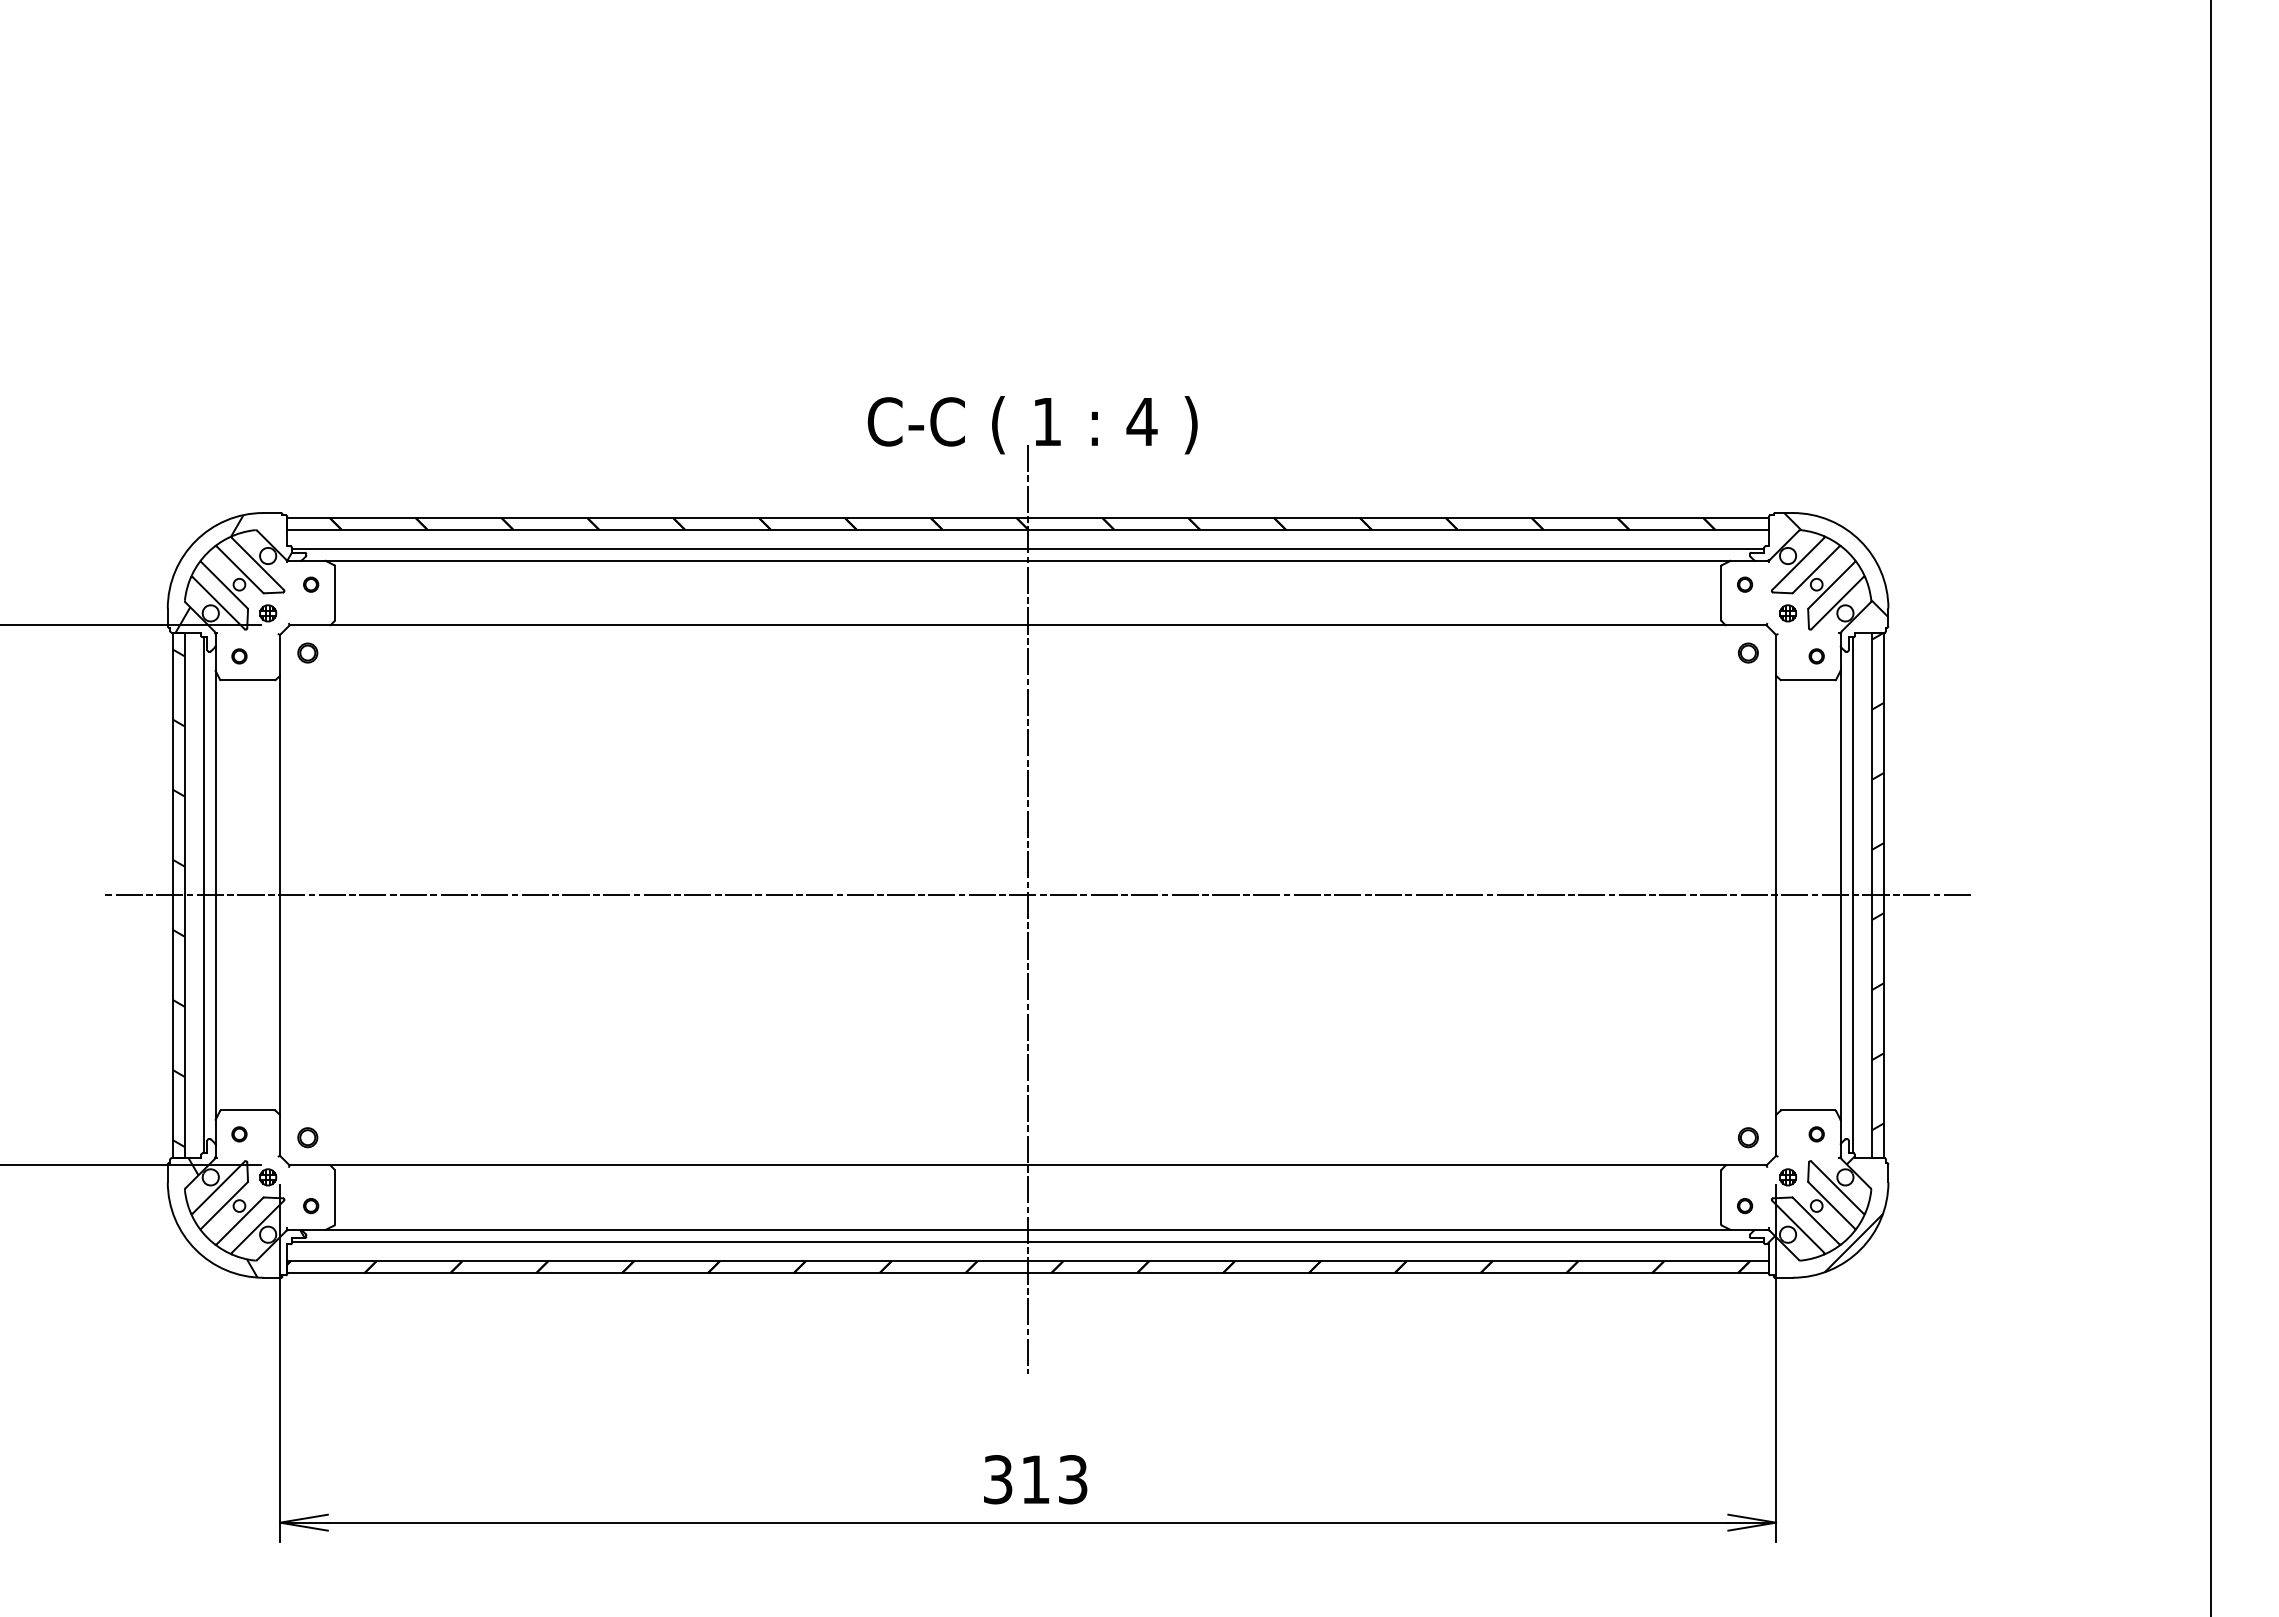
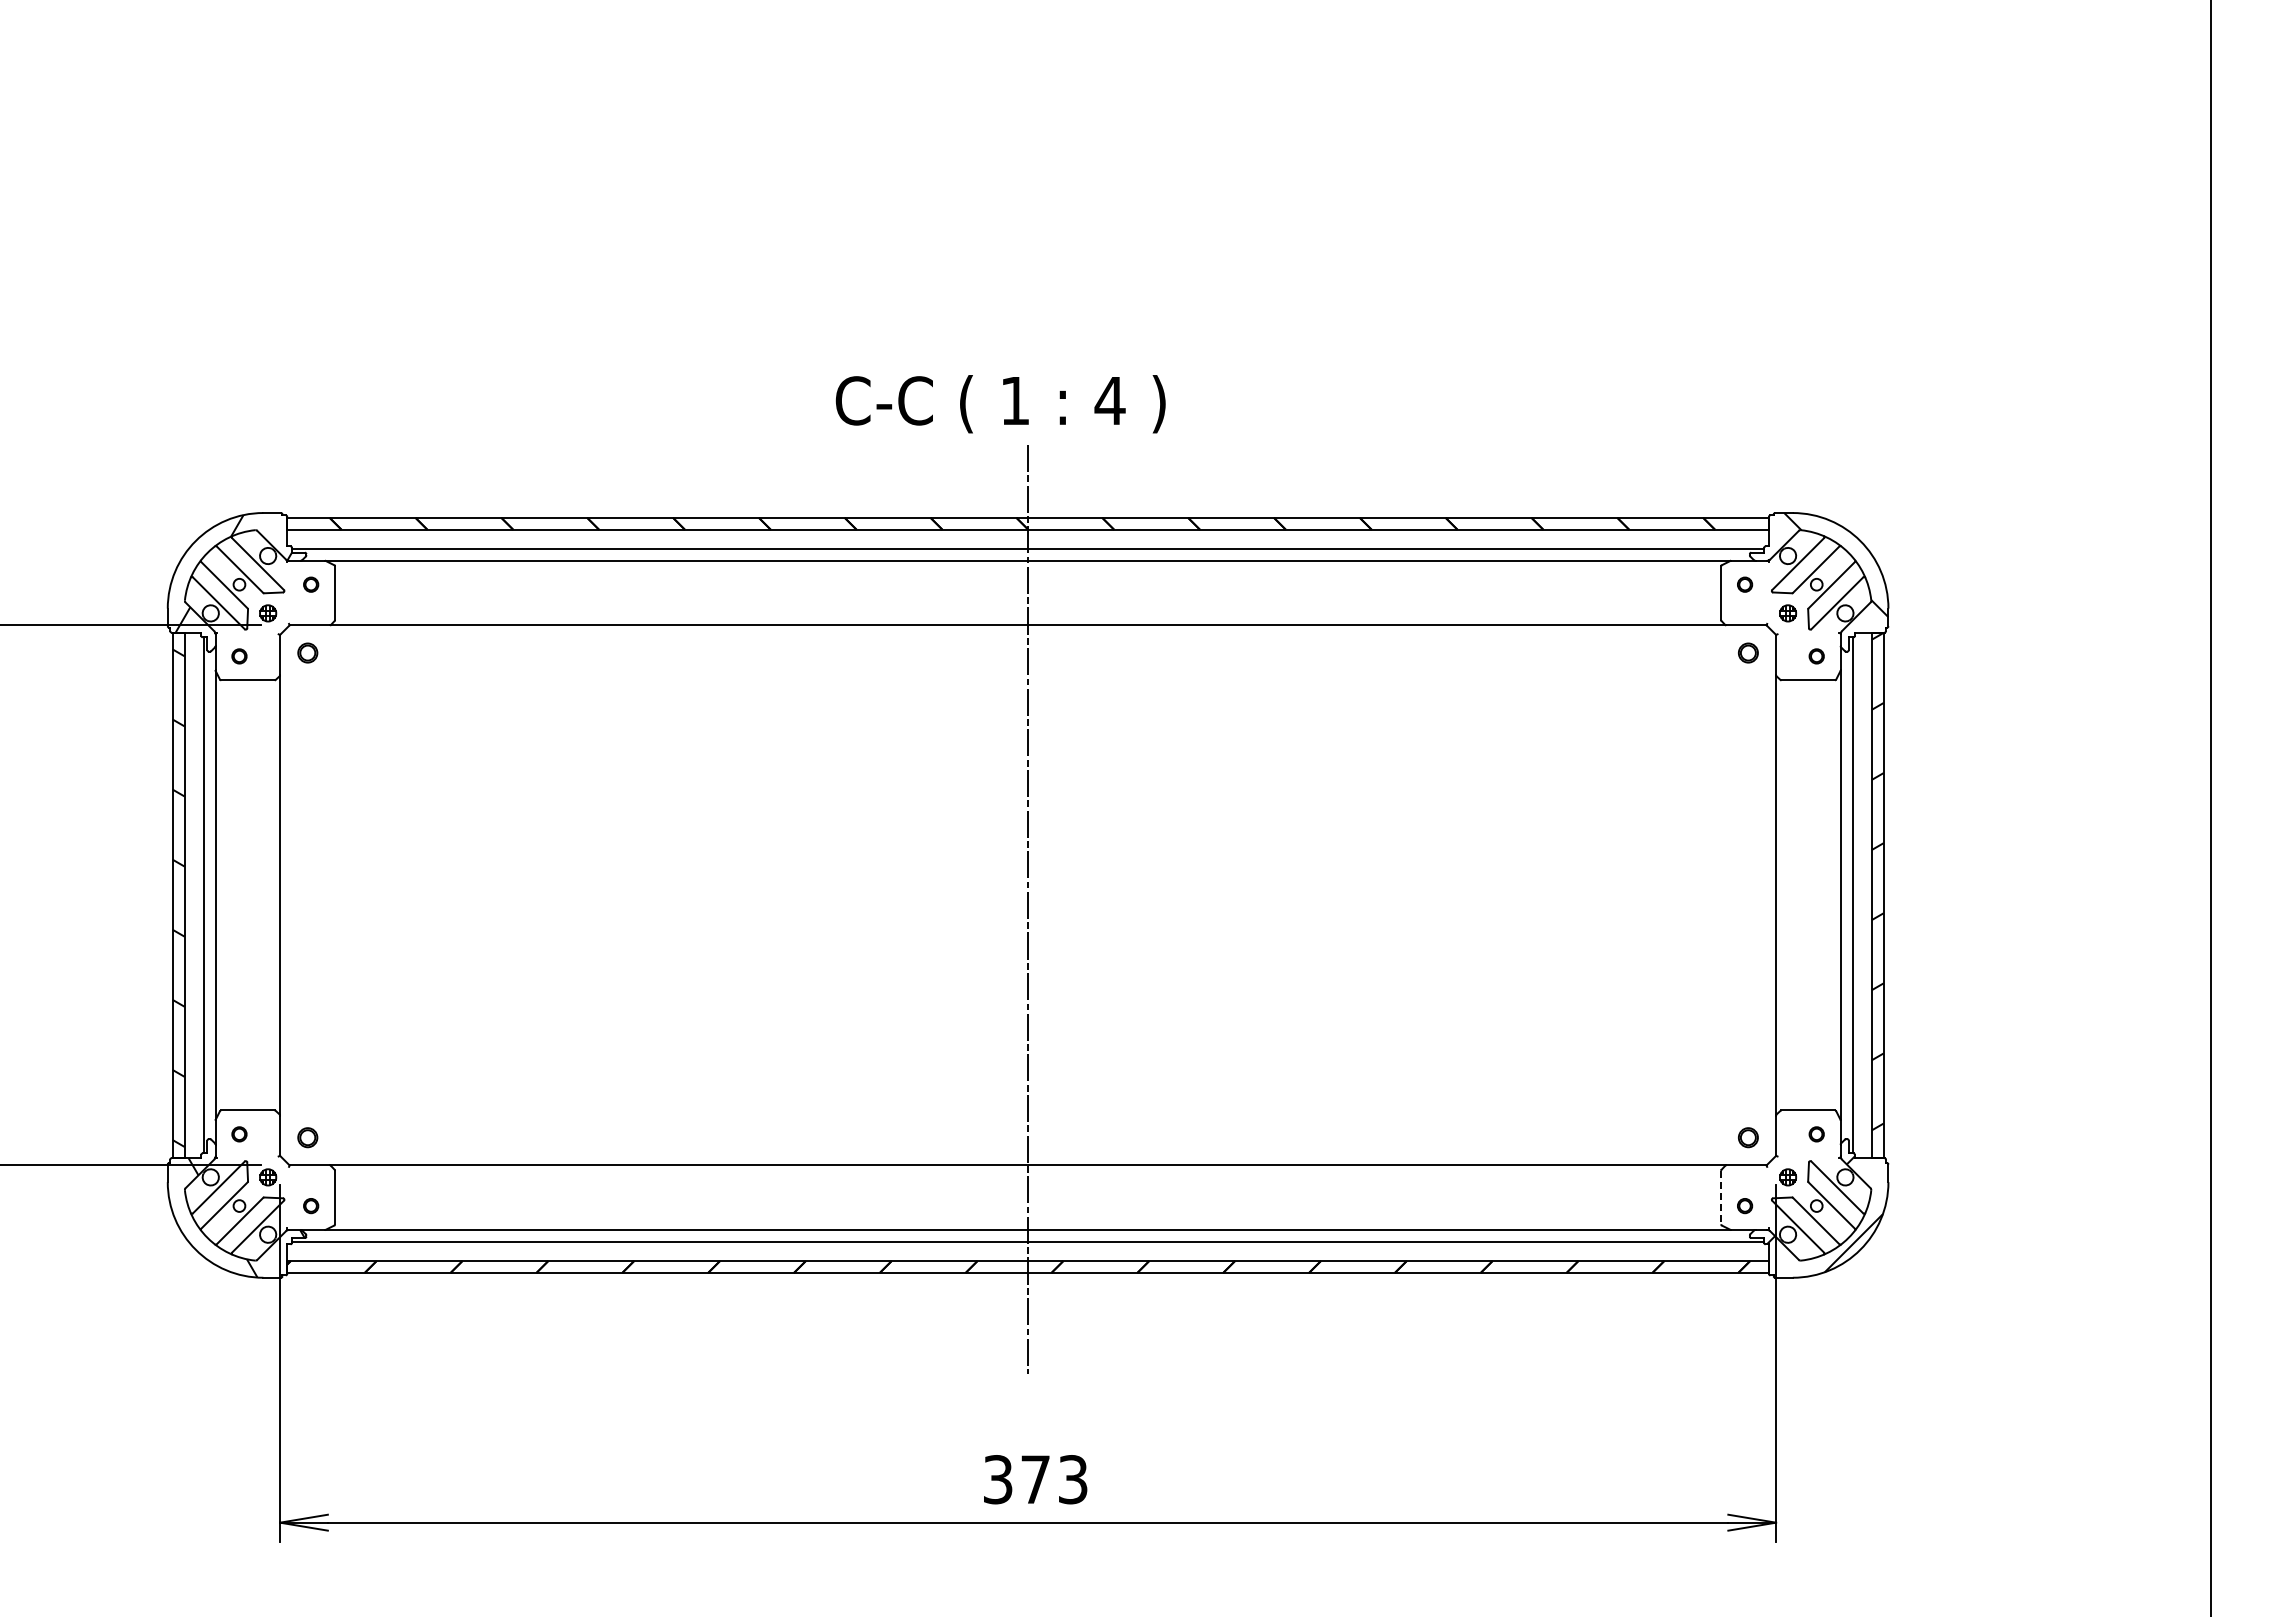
text at (1032, 425) position: (1032, 425) -> (1000, 404)
line at (1036, 895): present -> none
line at (1721, 1197): solid -> dashed
text at (1035, 1479): 313 -> 373
